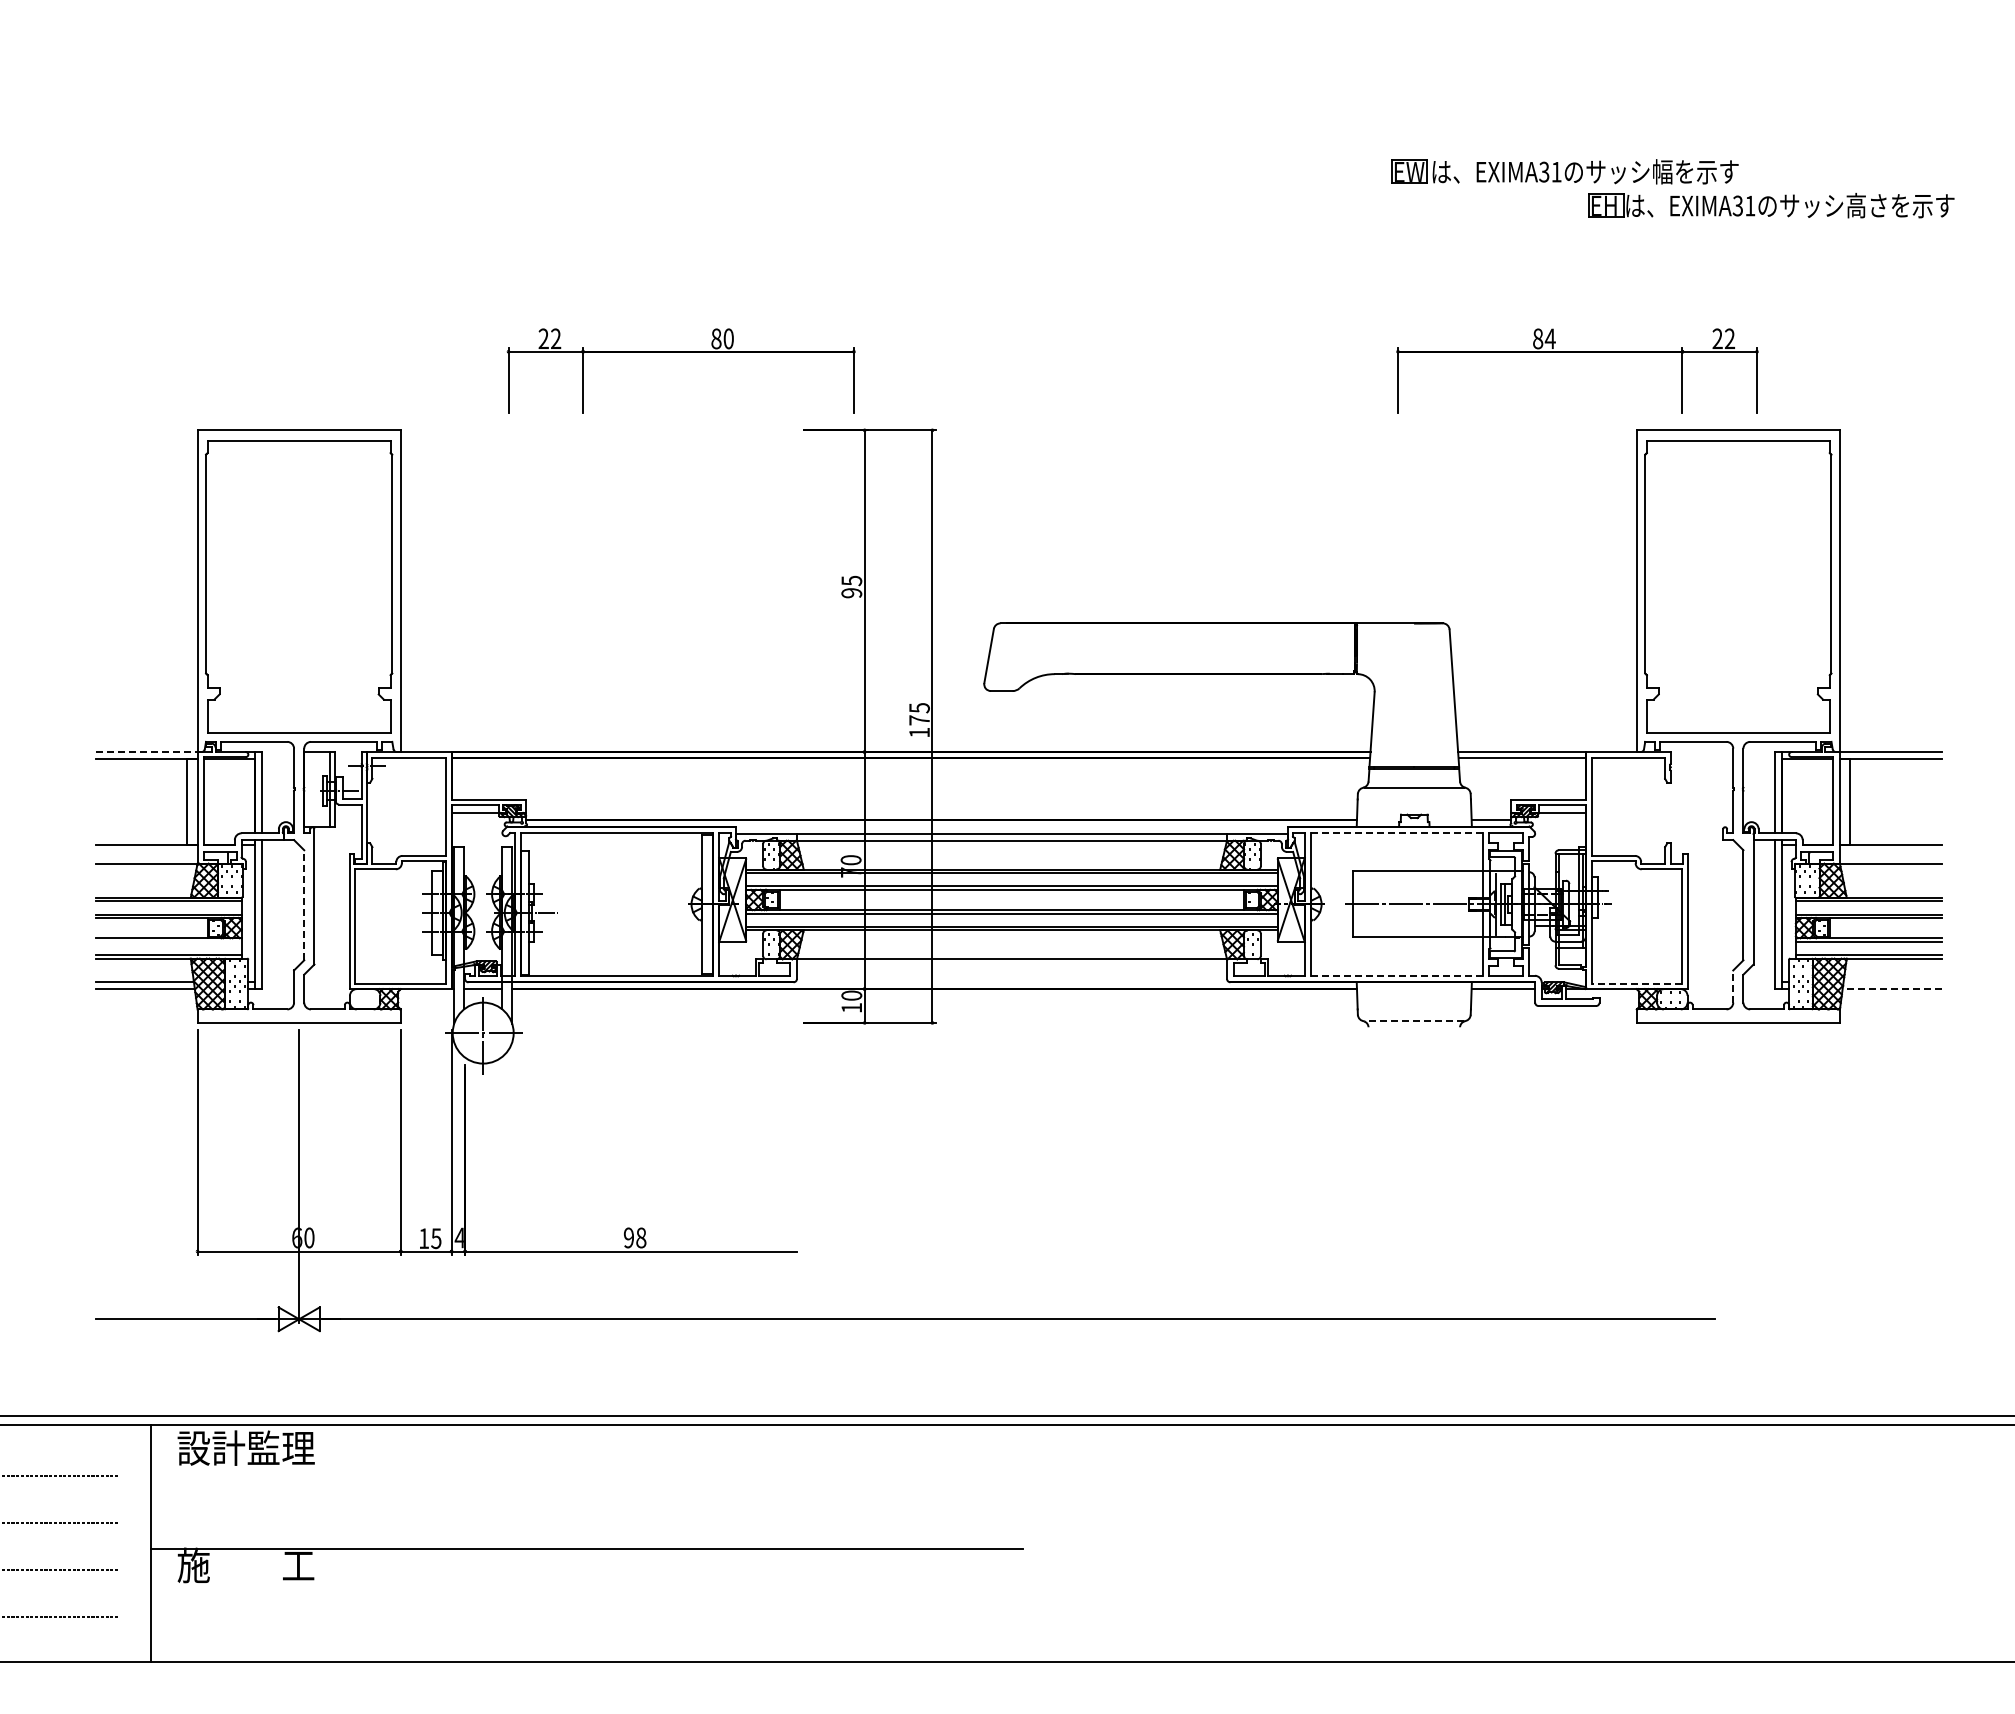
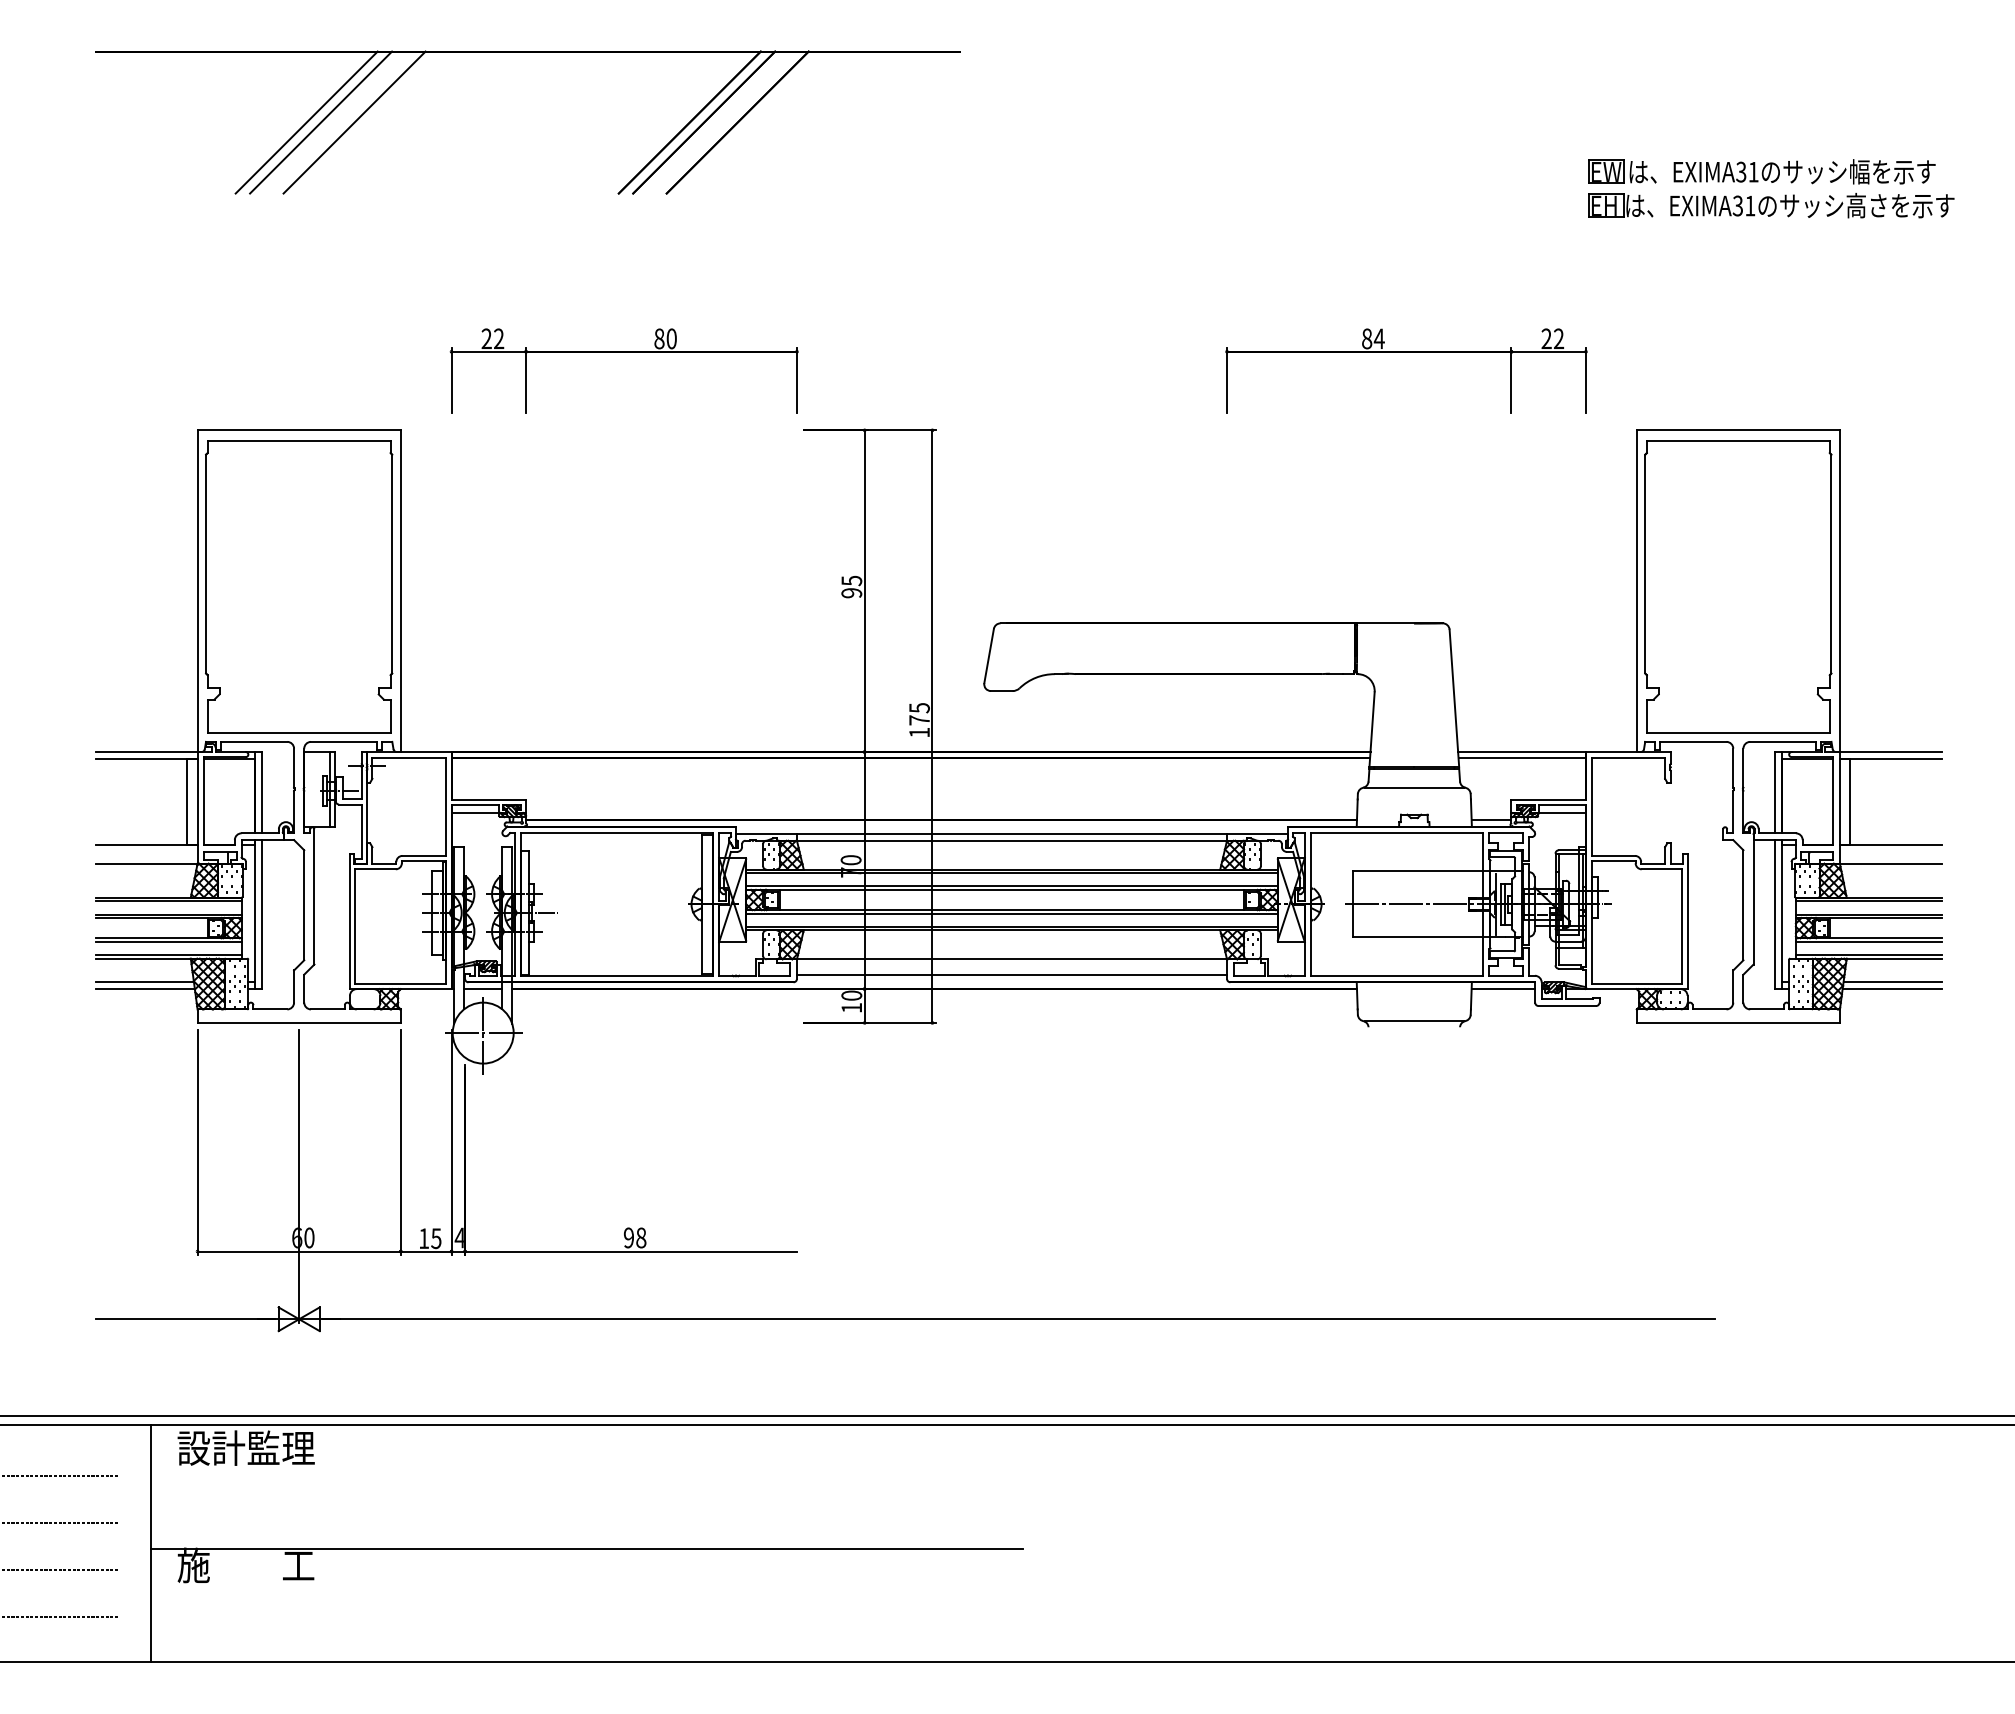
part at (527, 52): none -> present
part at (1564, 171) position: (1564, 171) -> (1761, 171)
part at (680, 352) position: (680, 352) -> (623, 352)
part at (1577, 352) position: (1577, 352) -> (1406, 352)
line at (147, 752): dashed -> solid
line at (1397, 833): dashed -> solid
line at (304, 904): dashed -> solid
line at (168, 941): none -> present
line at (1011, 974): none -> present
line at (1397, 975): dashed -> solid
line at (1892, 982): none -> present
line at (1636, 983): dashed -> solid
line at (1733, 986): dashed -> solid
line at (1891, 989): dashed -> solid
line at (1414, 1021): dashed -> solid
